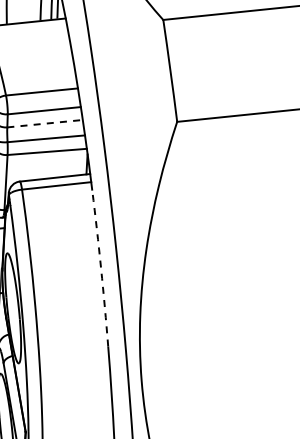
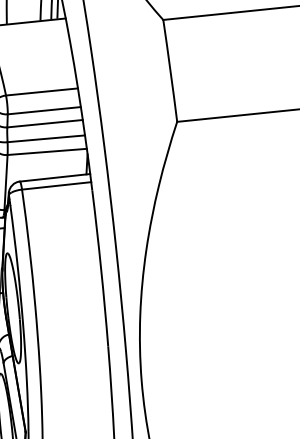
line at (45, 123): dashed -> solid
arc at (101, 268): dashed -> solid
